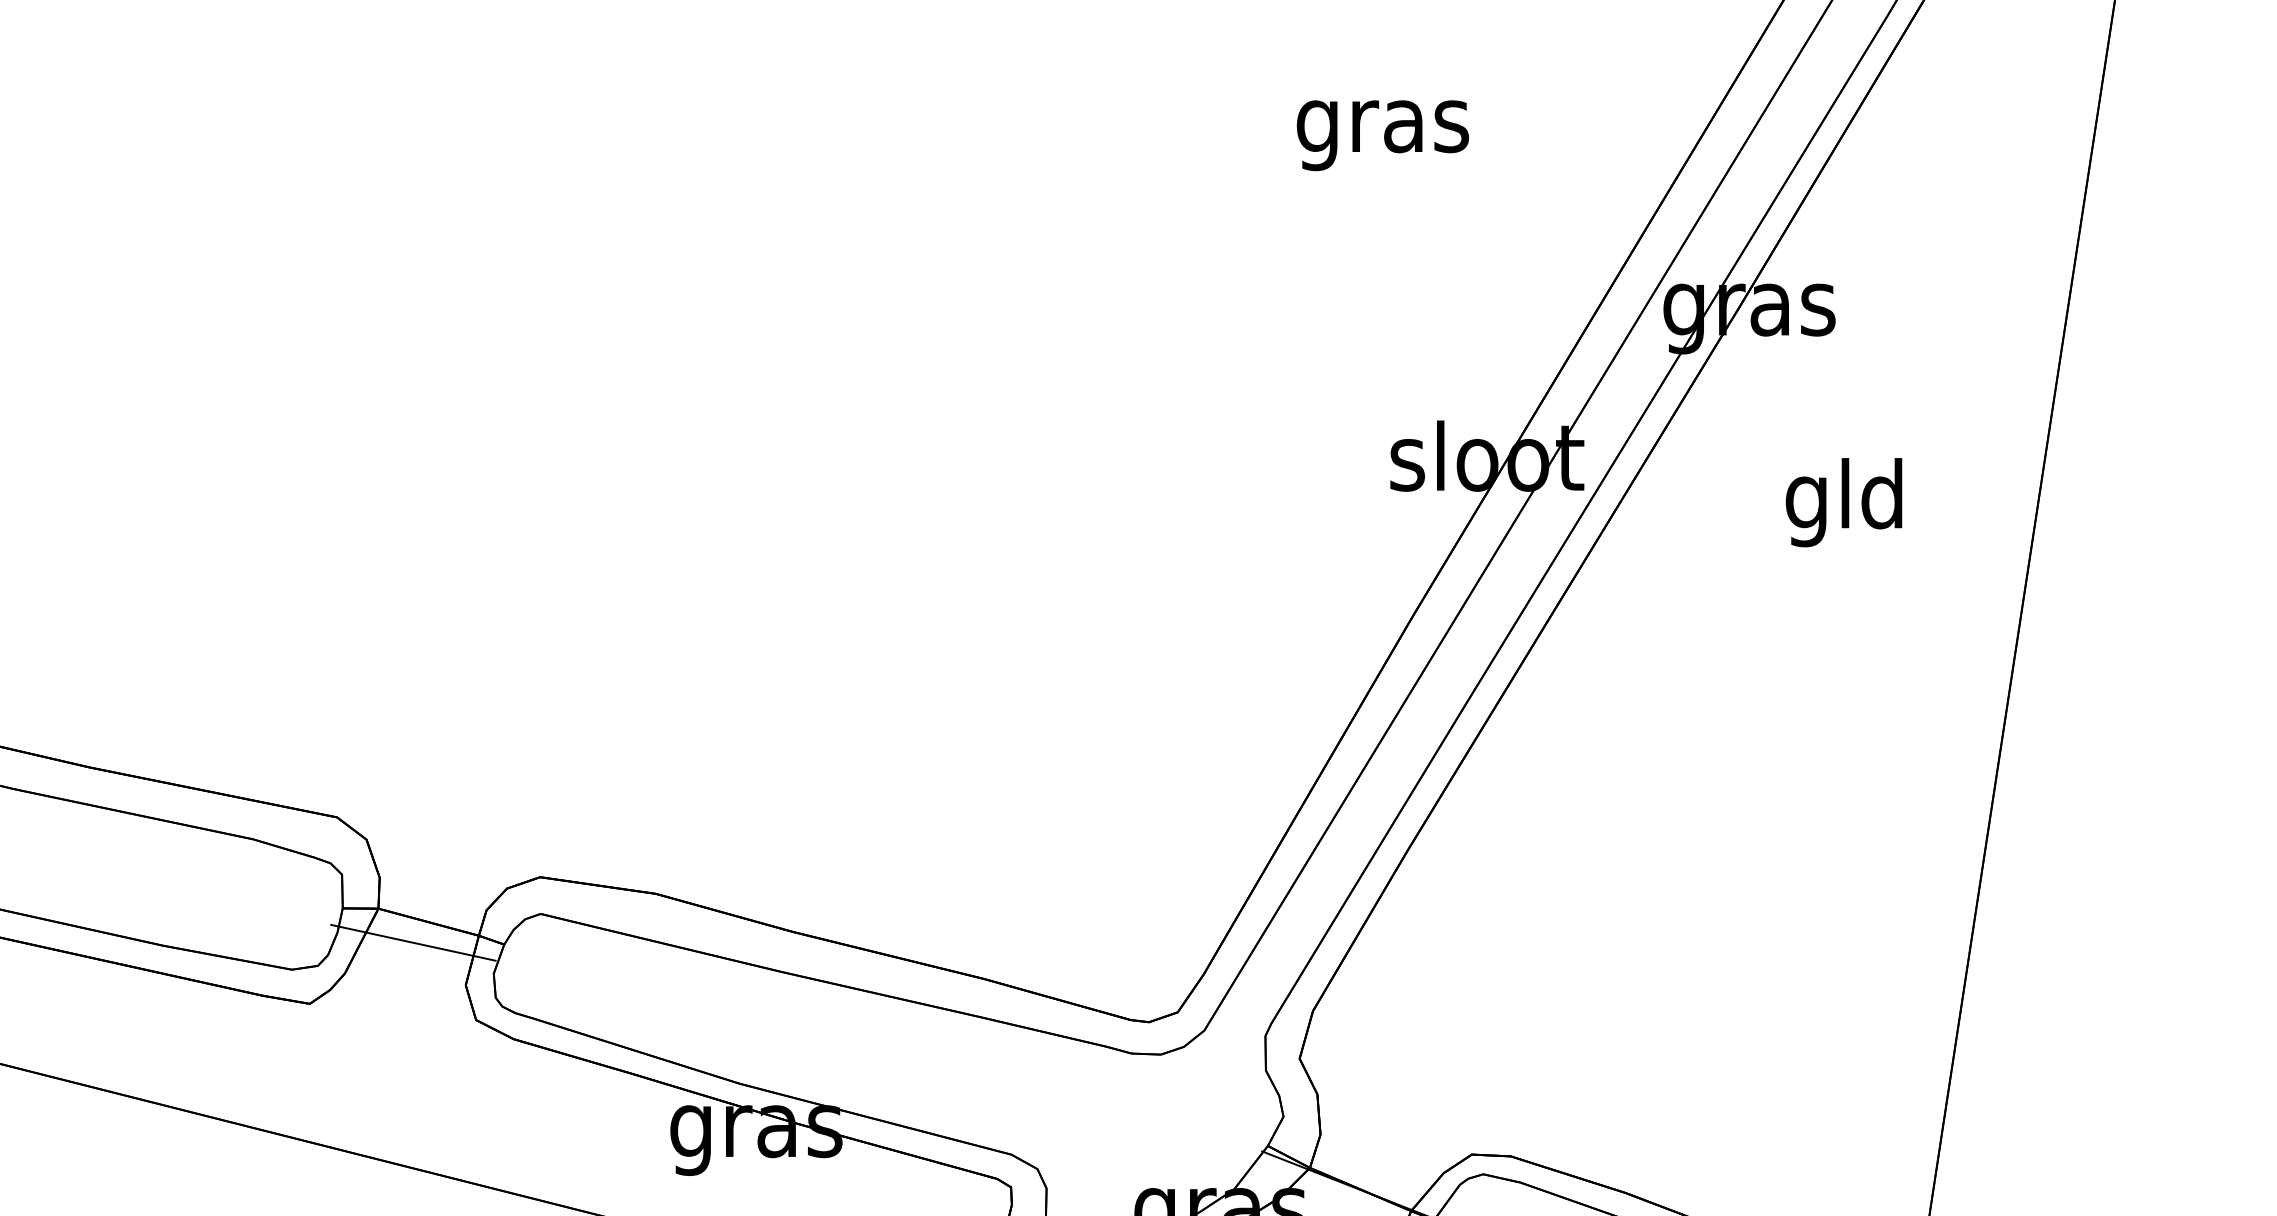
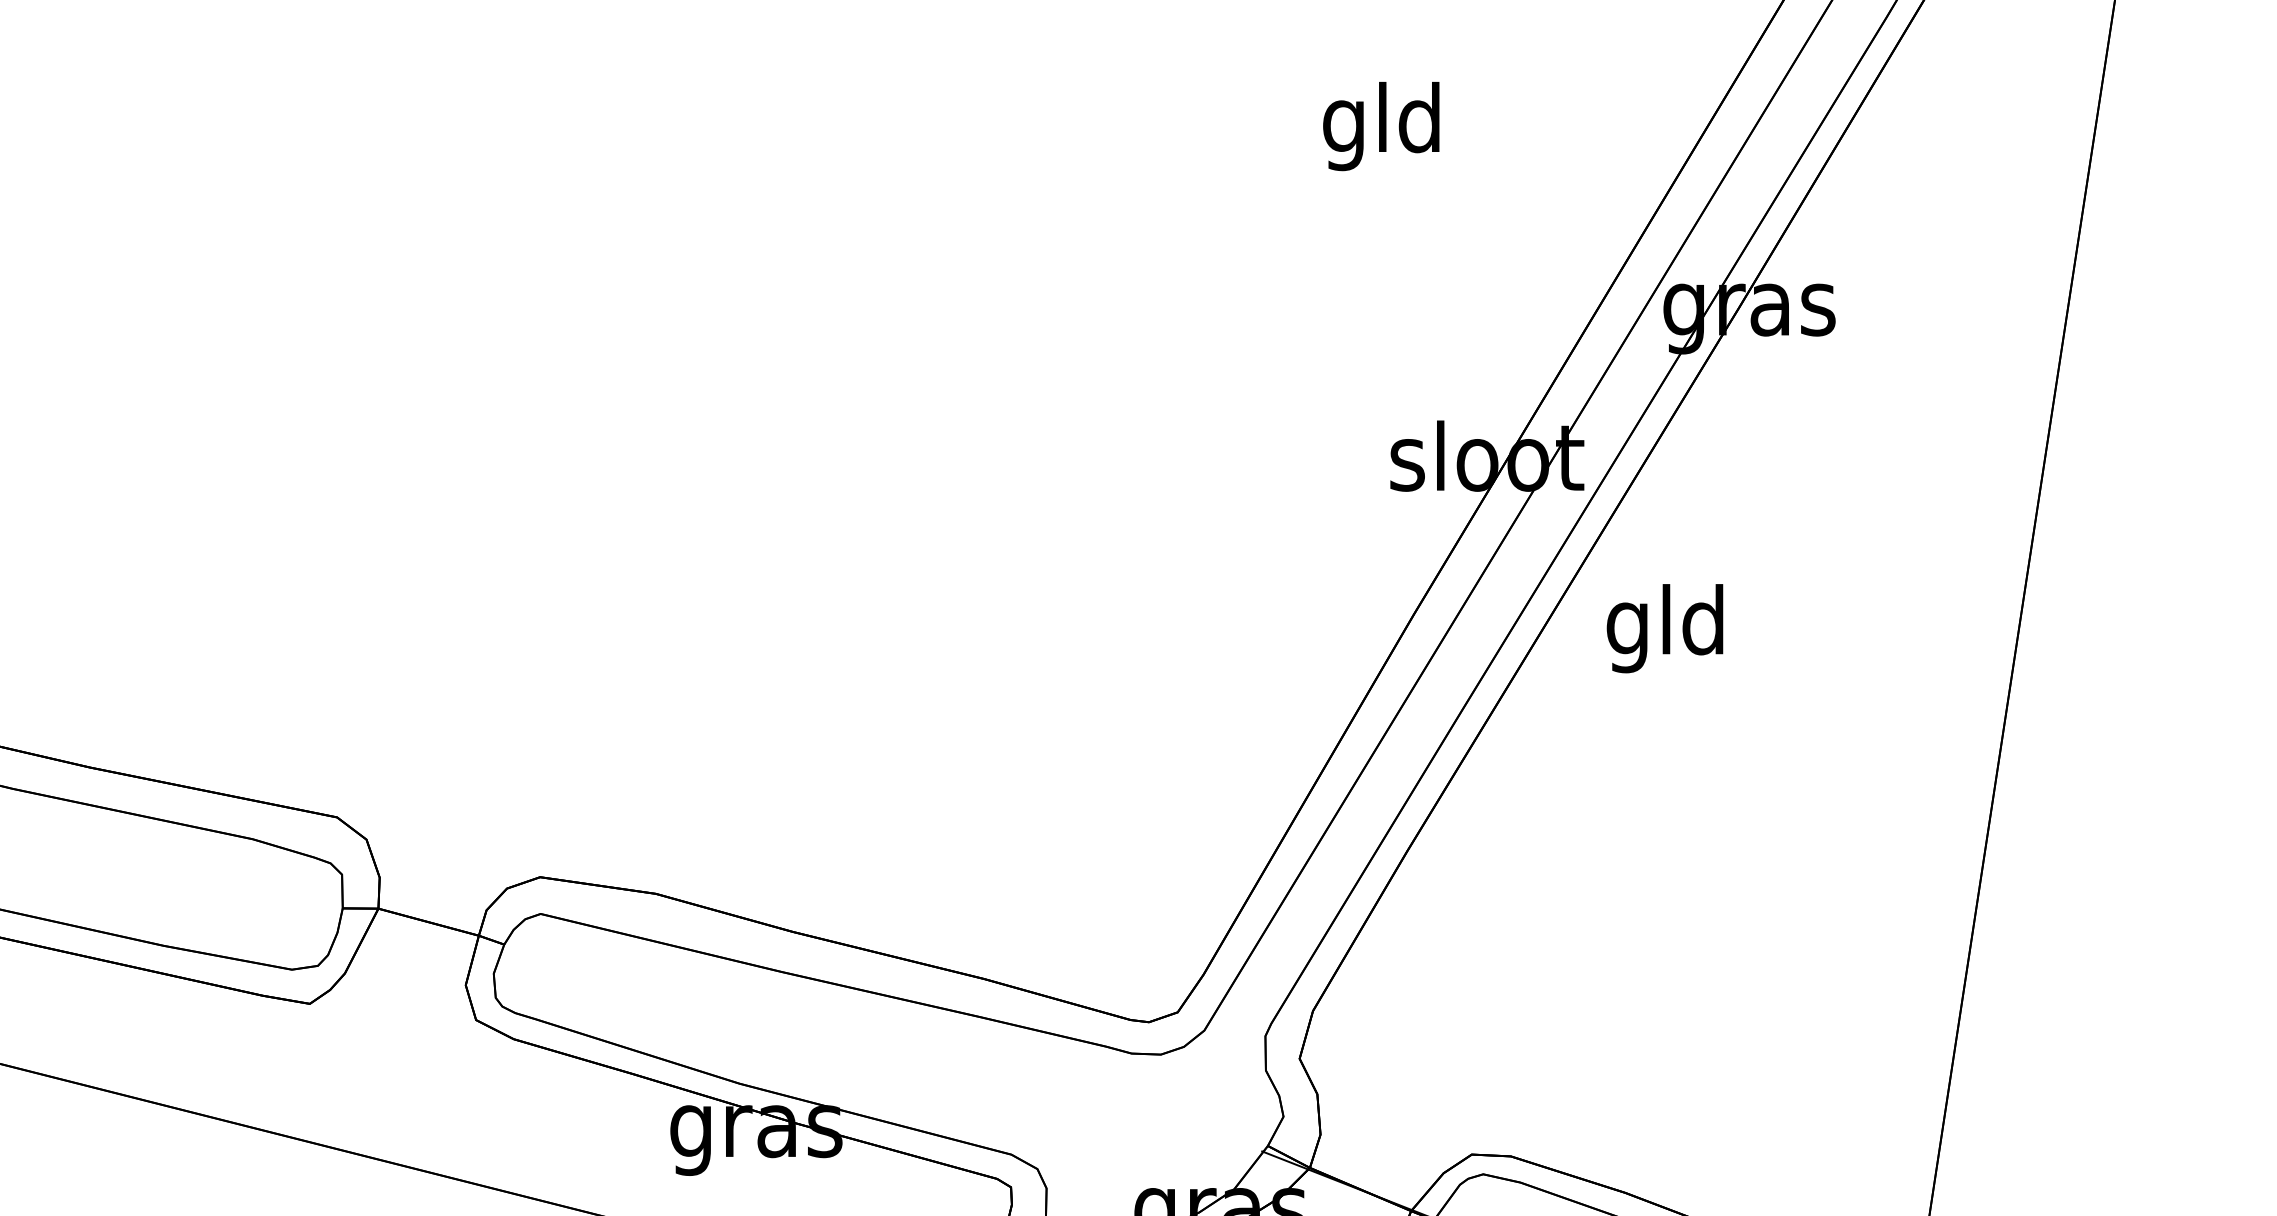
text at (1382, 126): gras -> gld
text at (1843, 502) position: (1843, 502) -> (1664, 628)
line at (413, 942): present -> none
